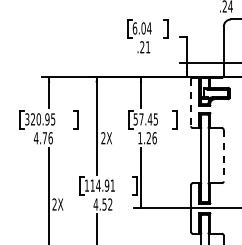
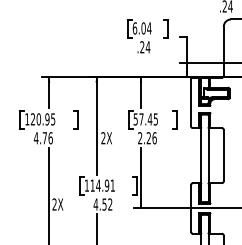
text at (147, 47): .21 -> .24
line at (191, 103): dashed -> solid
text at (27, 119): 320.95 -> 120.95
text at (140, 138): 1.26 -> 2.26
line at (223, 155): dashed -> solid
